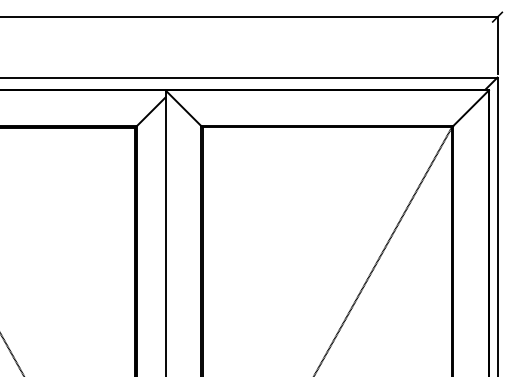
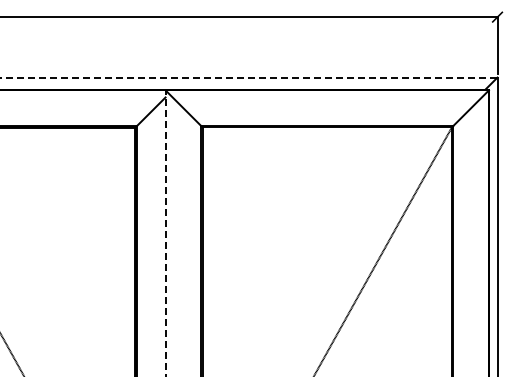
line at (249, 77): solid -> dashed
line at (165, 233): solid -> dashed
